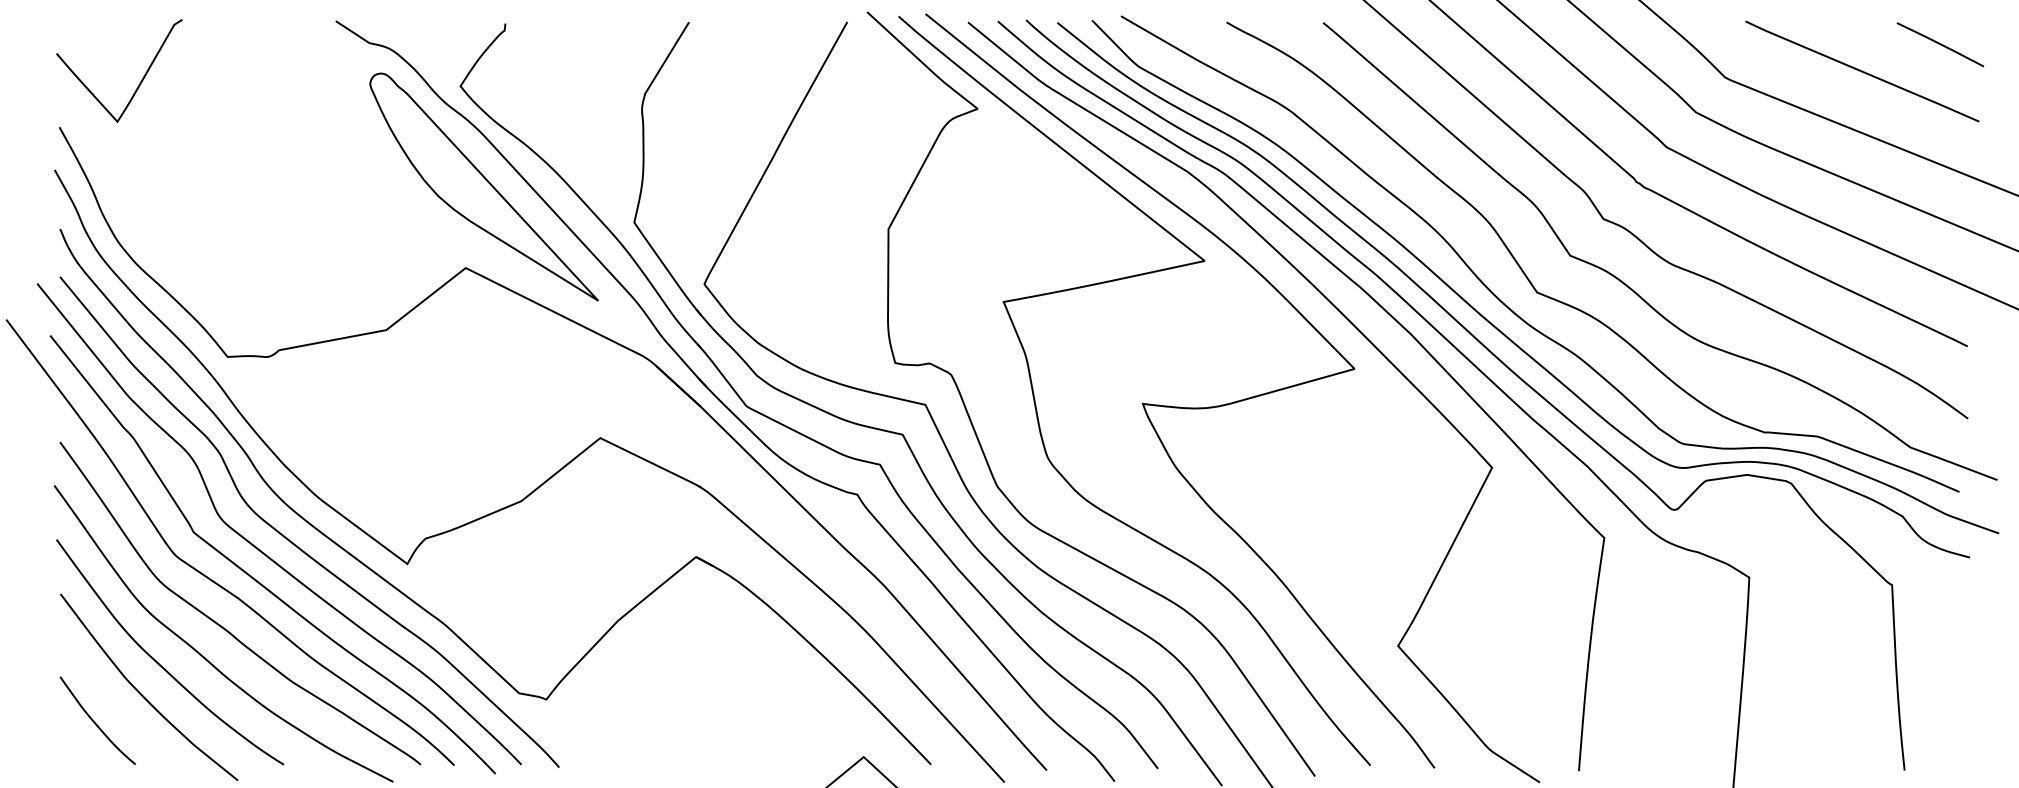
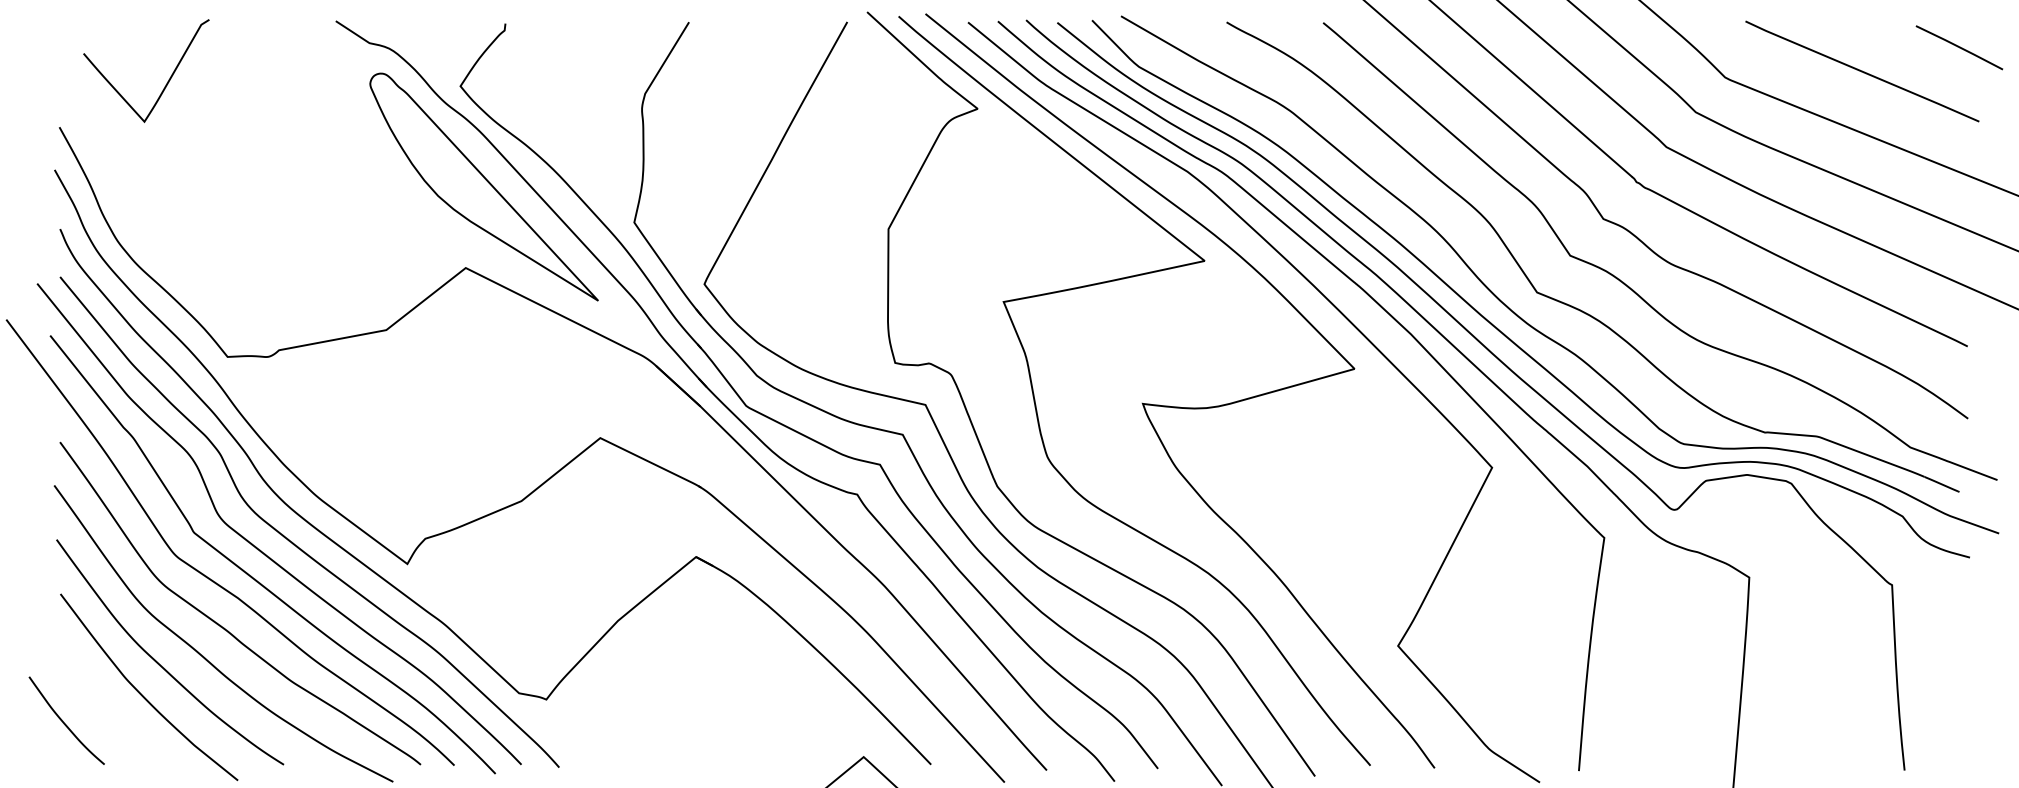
line at (1940, 44) position: (1940, 44) -> (1959, 47)
curve at (138, 84) position: (138, 84) -> (165, 84)
curve at (95, 722) position: (95, 722) -> (64, 722)
